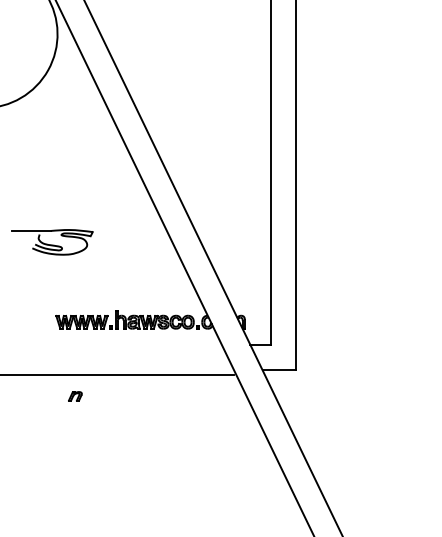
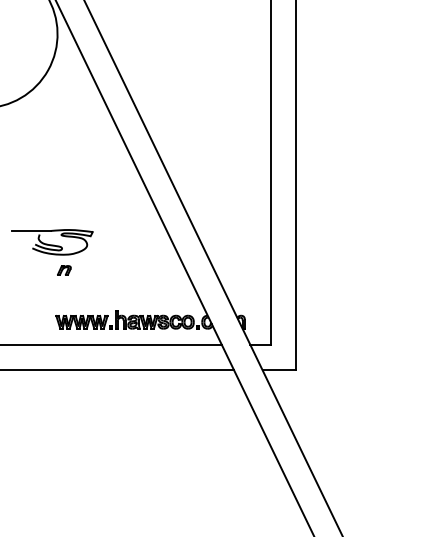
line at (111, 344): none -> present
line at (118, 375) position: (118, 375) -> (118, 370)
part at (75, 396) position: (75, 396) -> (64, 270)
